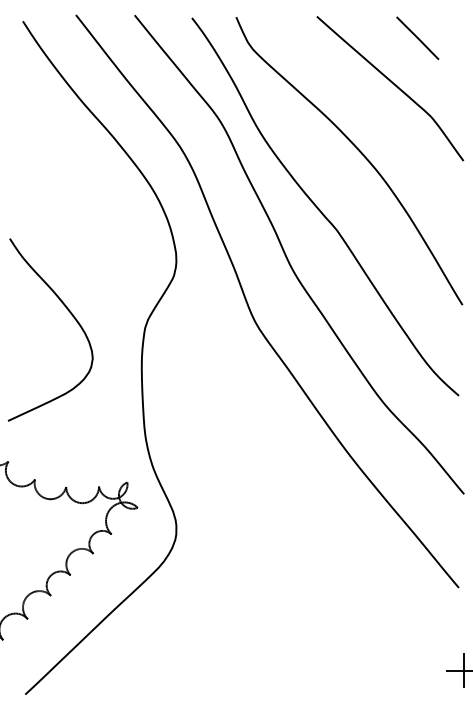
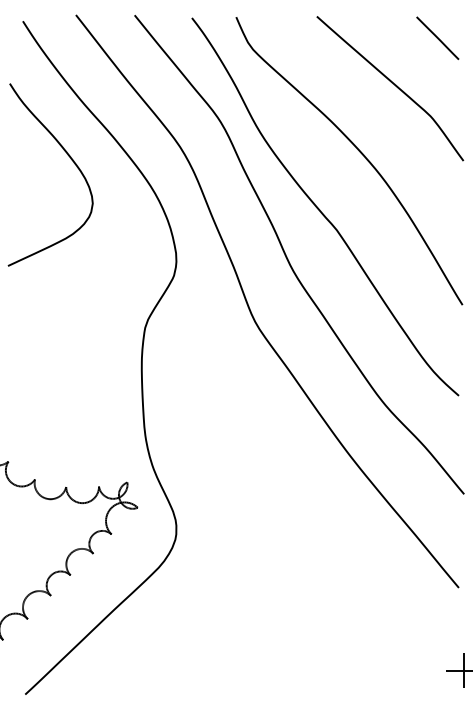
line at (417, 37) position: (417, 37) -> (437, 37)
curve at (70, 314) position: (70, 314) -> (70, 159)
